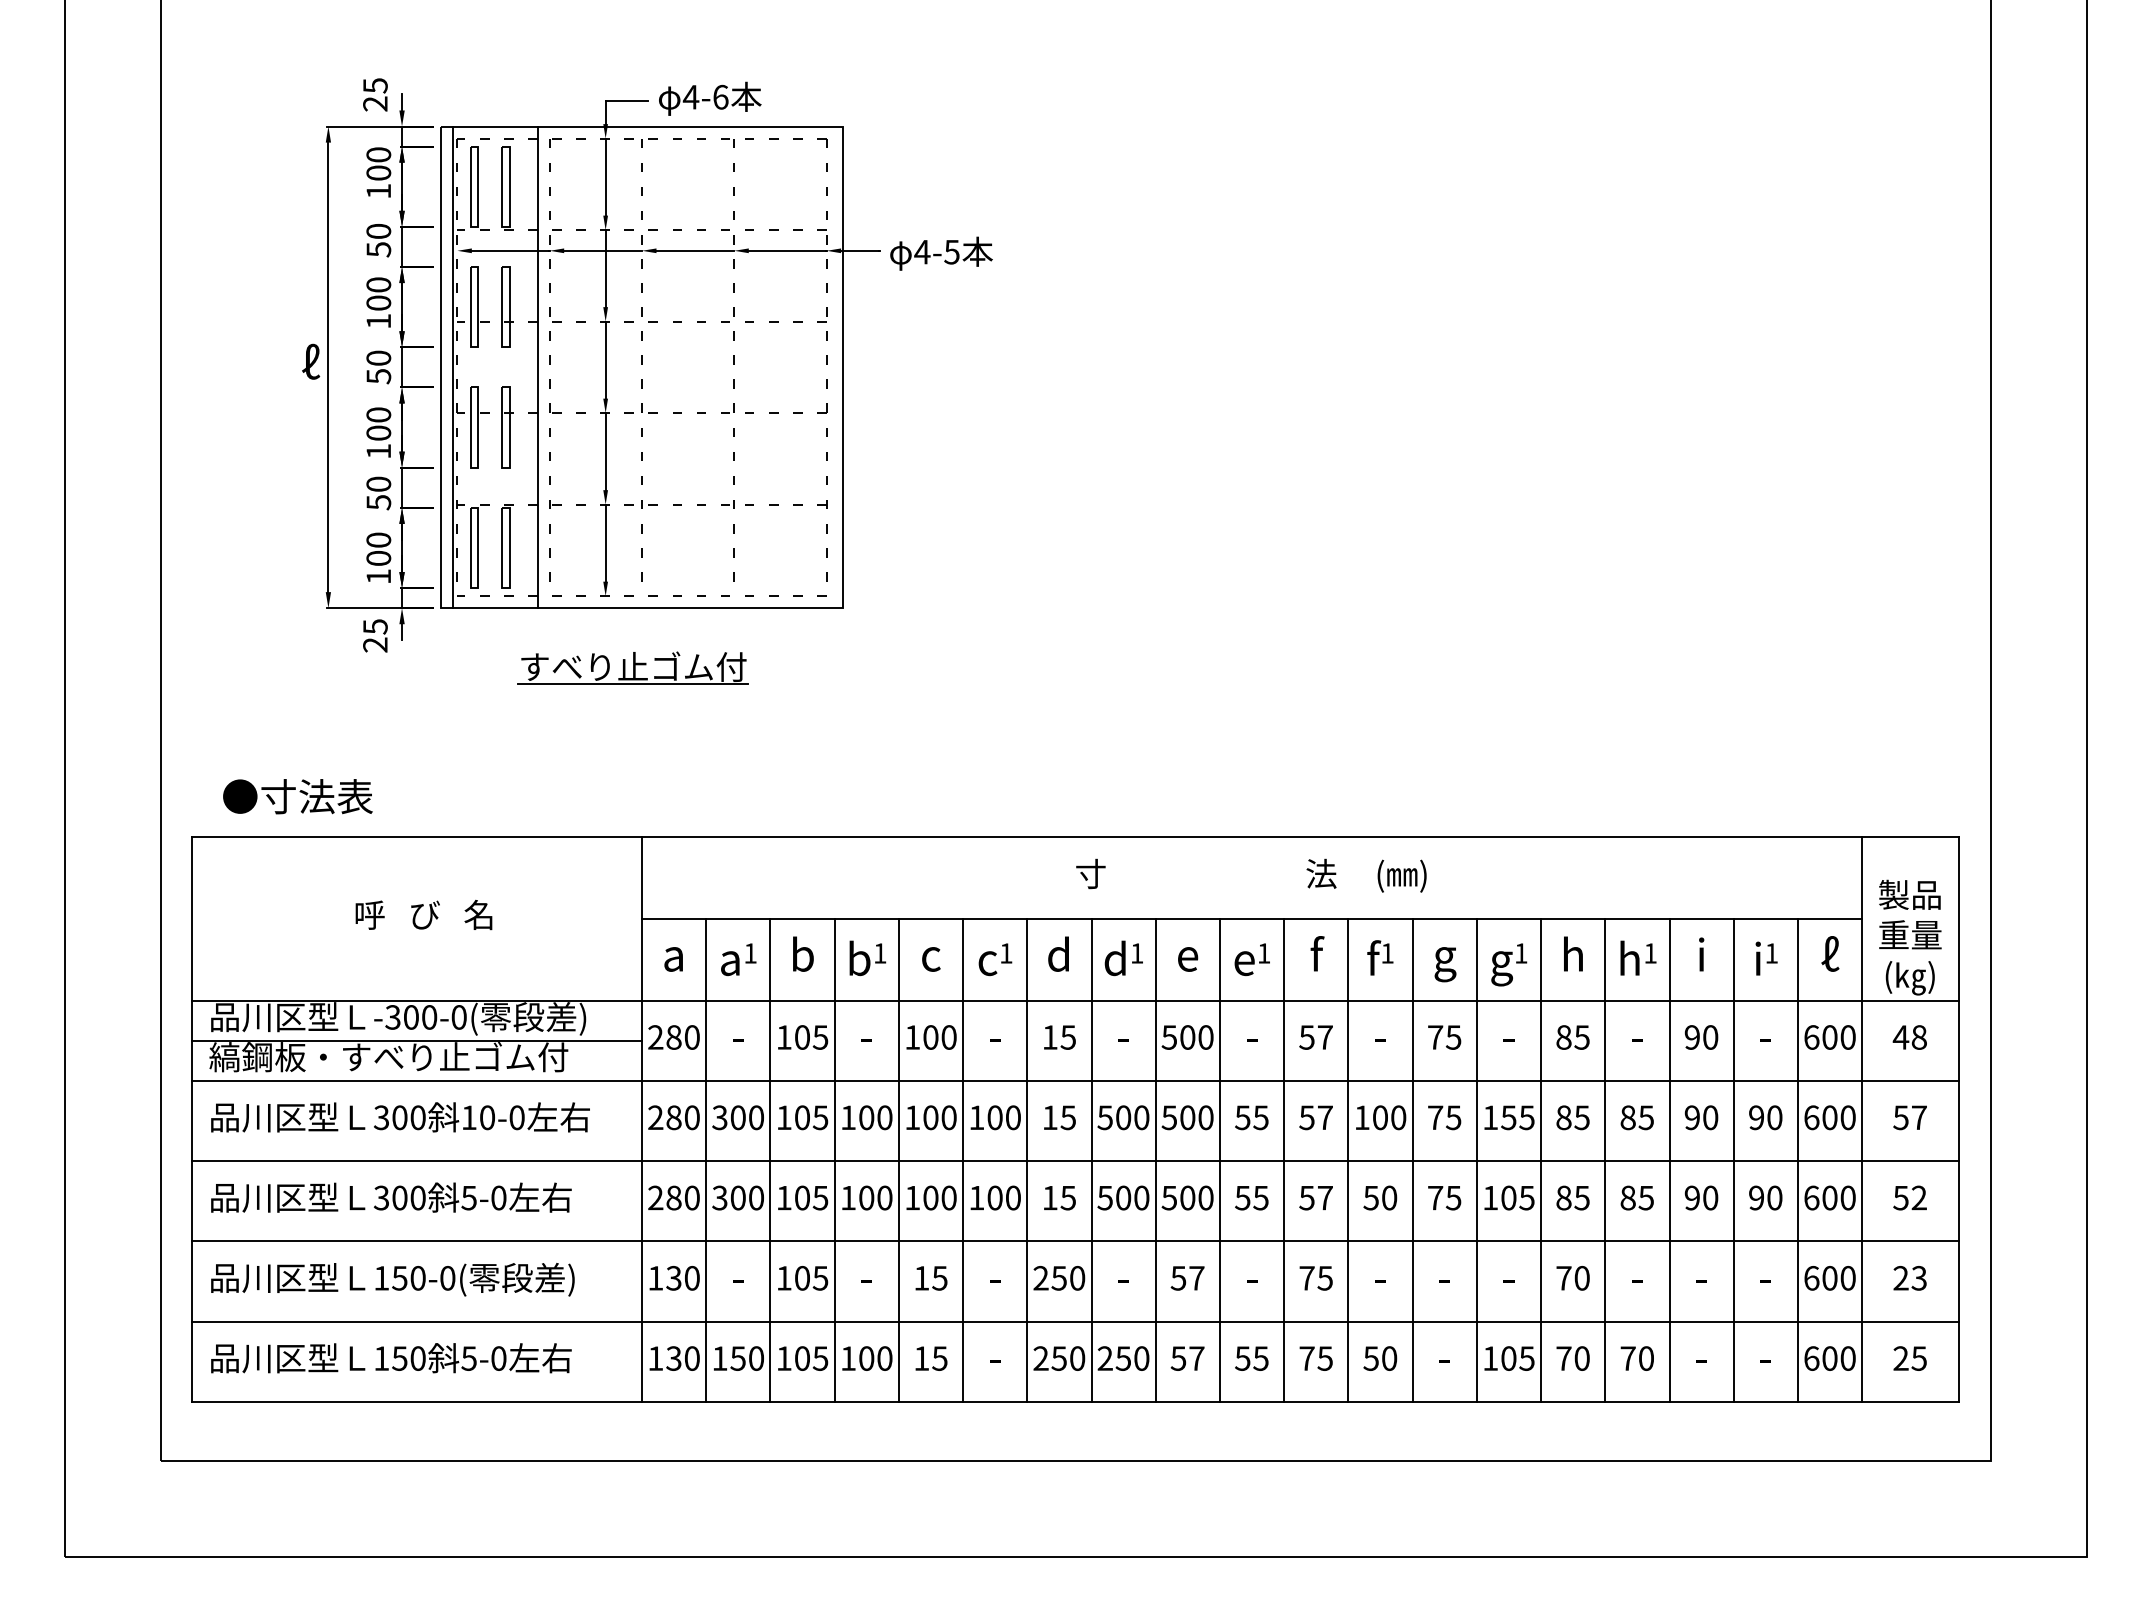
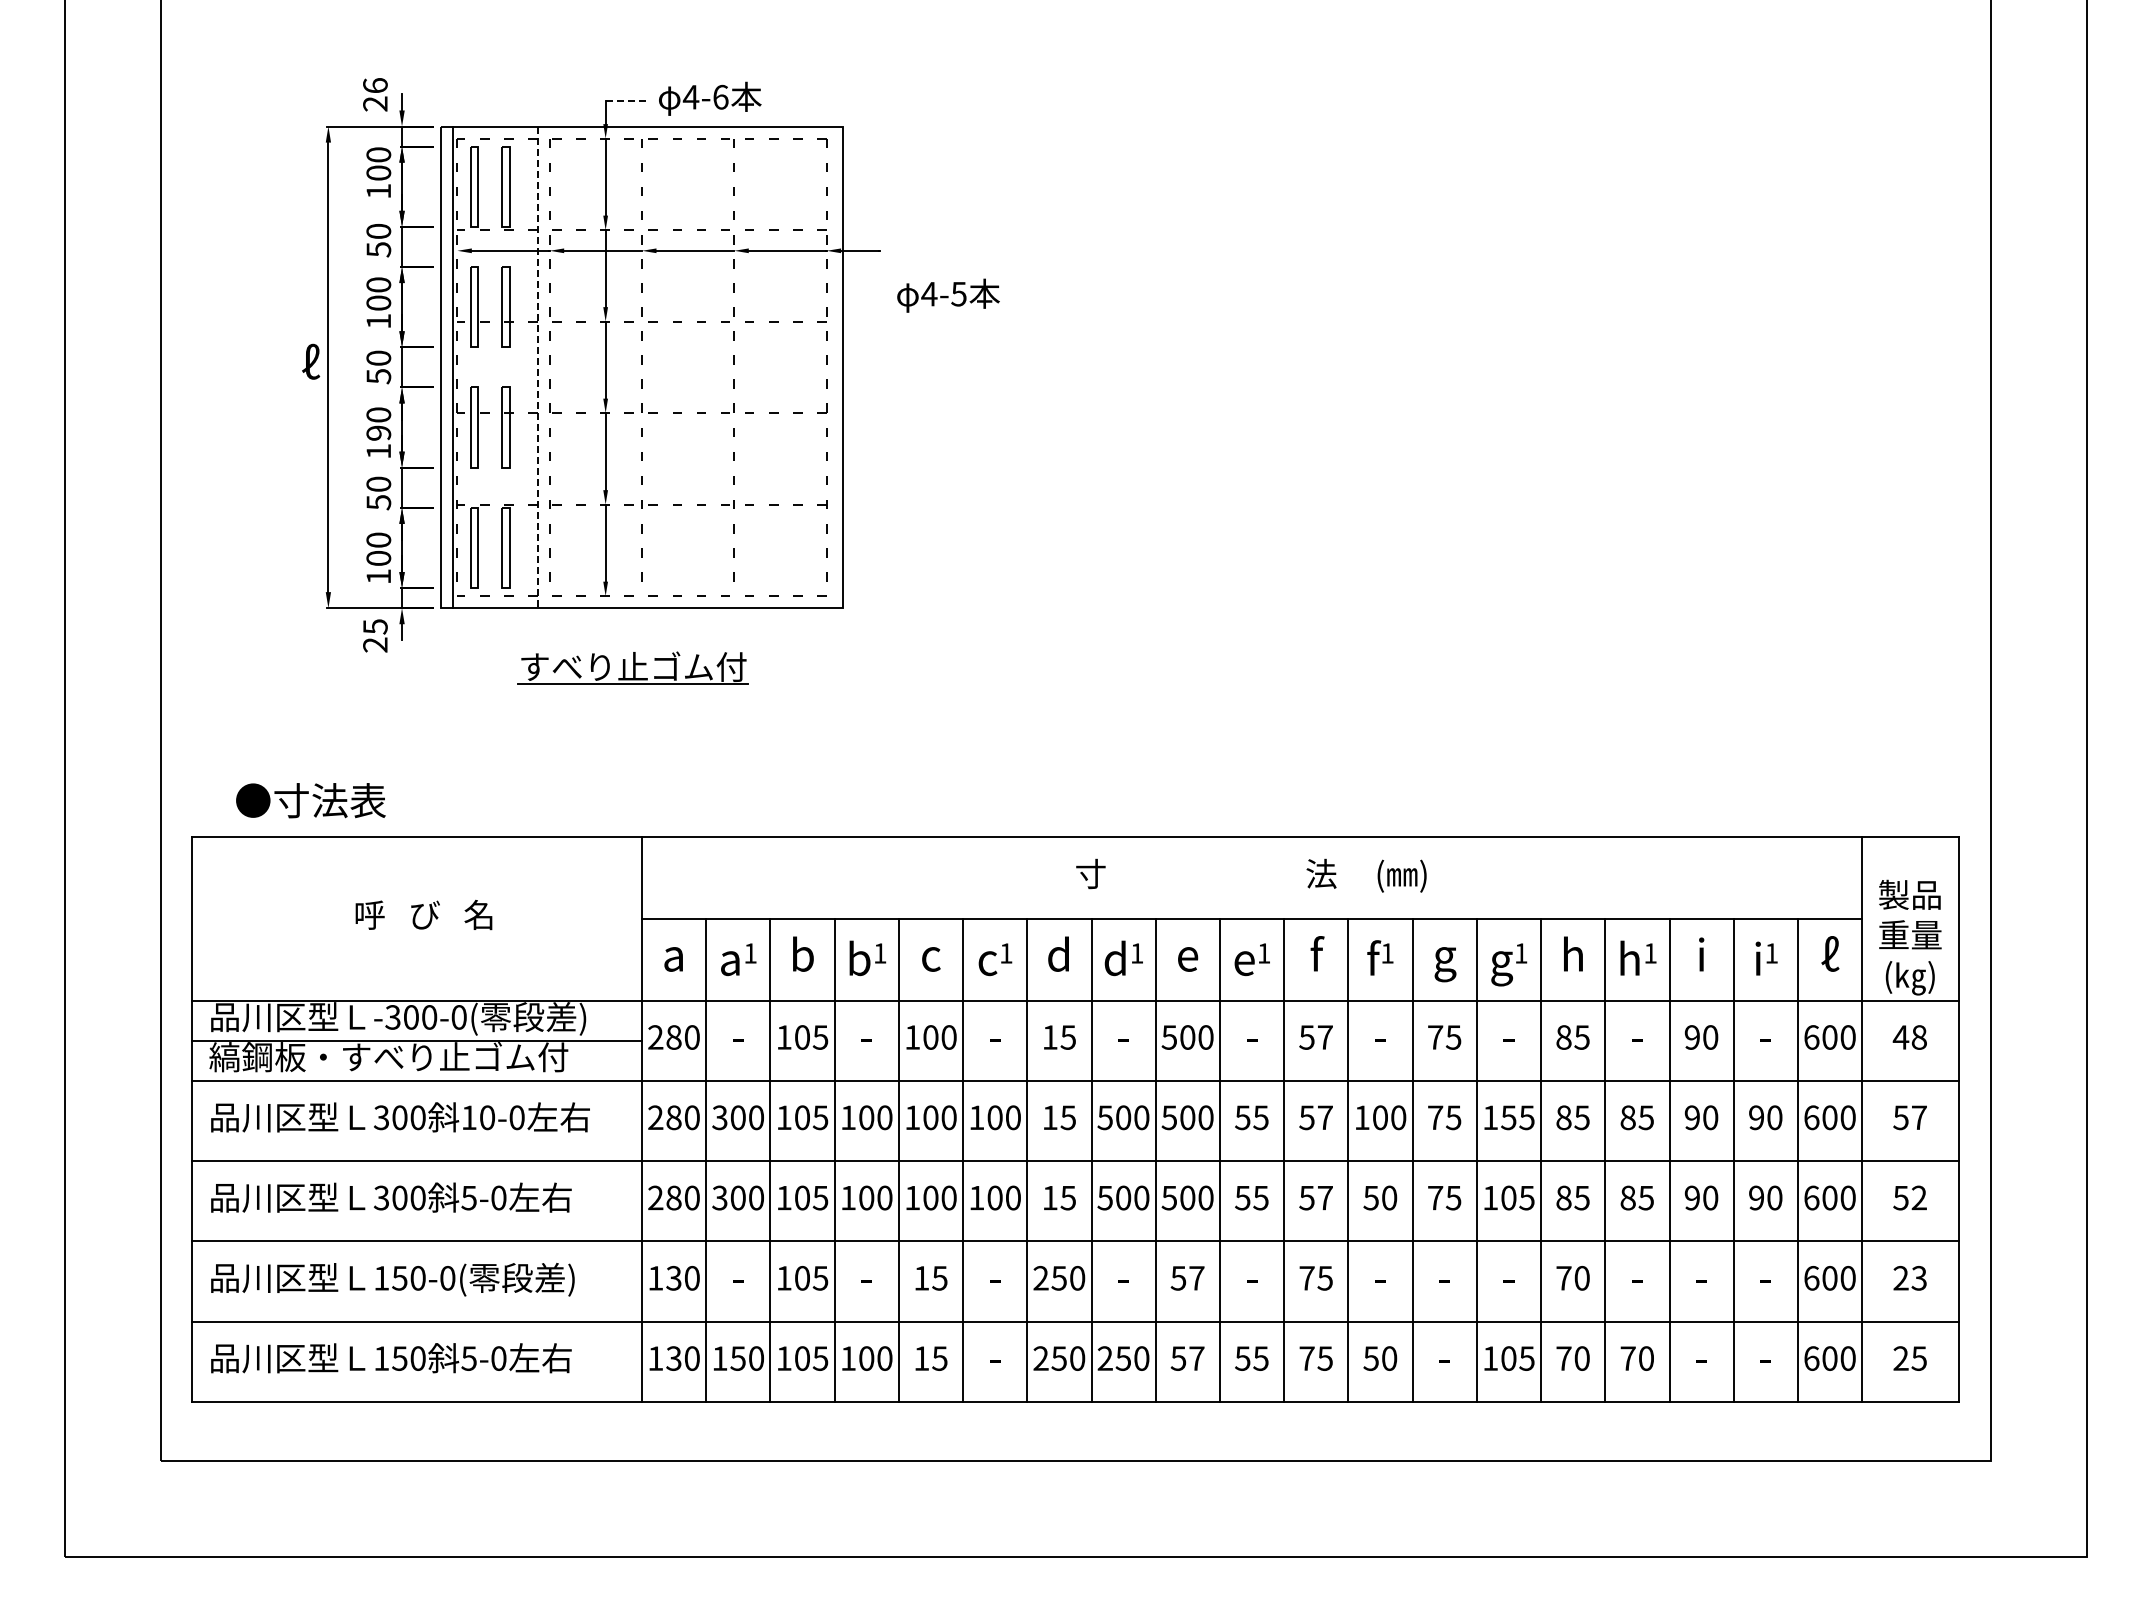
text at (375, 85): 25 -> 26
line at (627, 100): solid -> dashed
text at (941, 253) position: (941, 253) -> (948, 295)
line at (537, 367): solid -> dashed
text at (378, 432): 100 -> 190
text at (297, 796) position: (297, 796) -> (310, 800)
